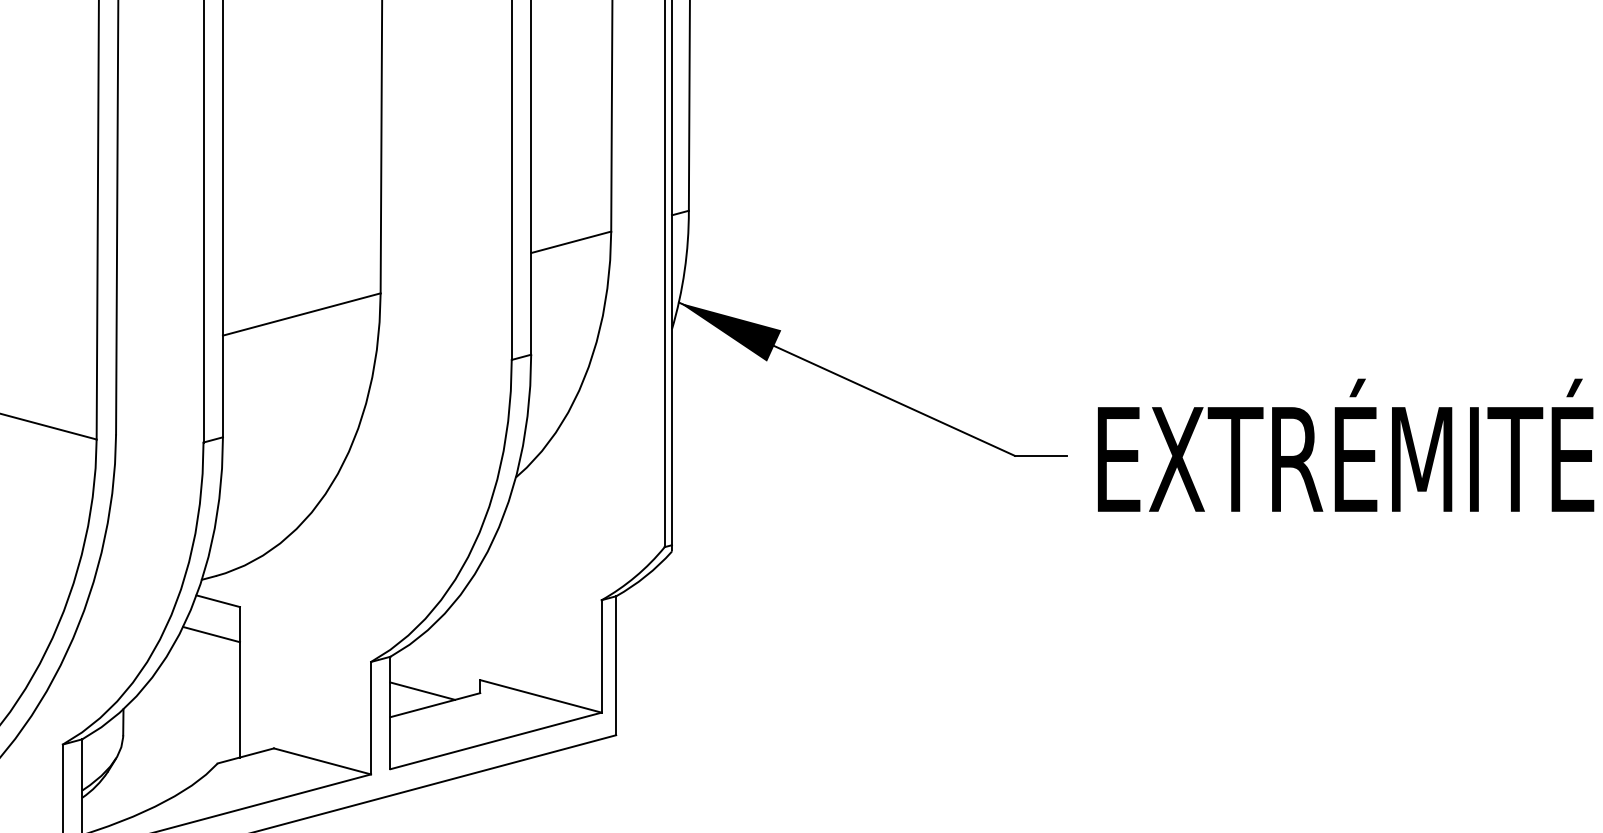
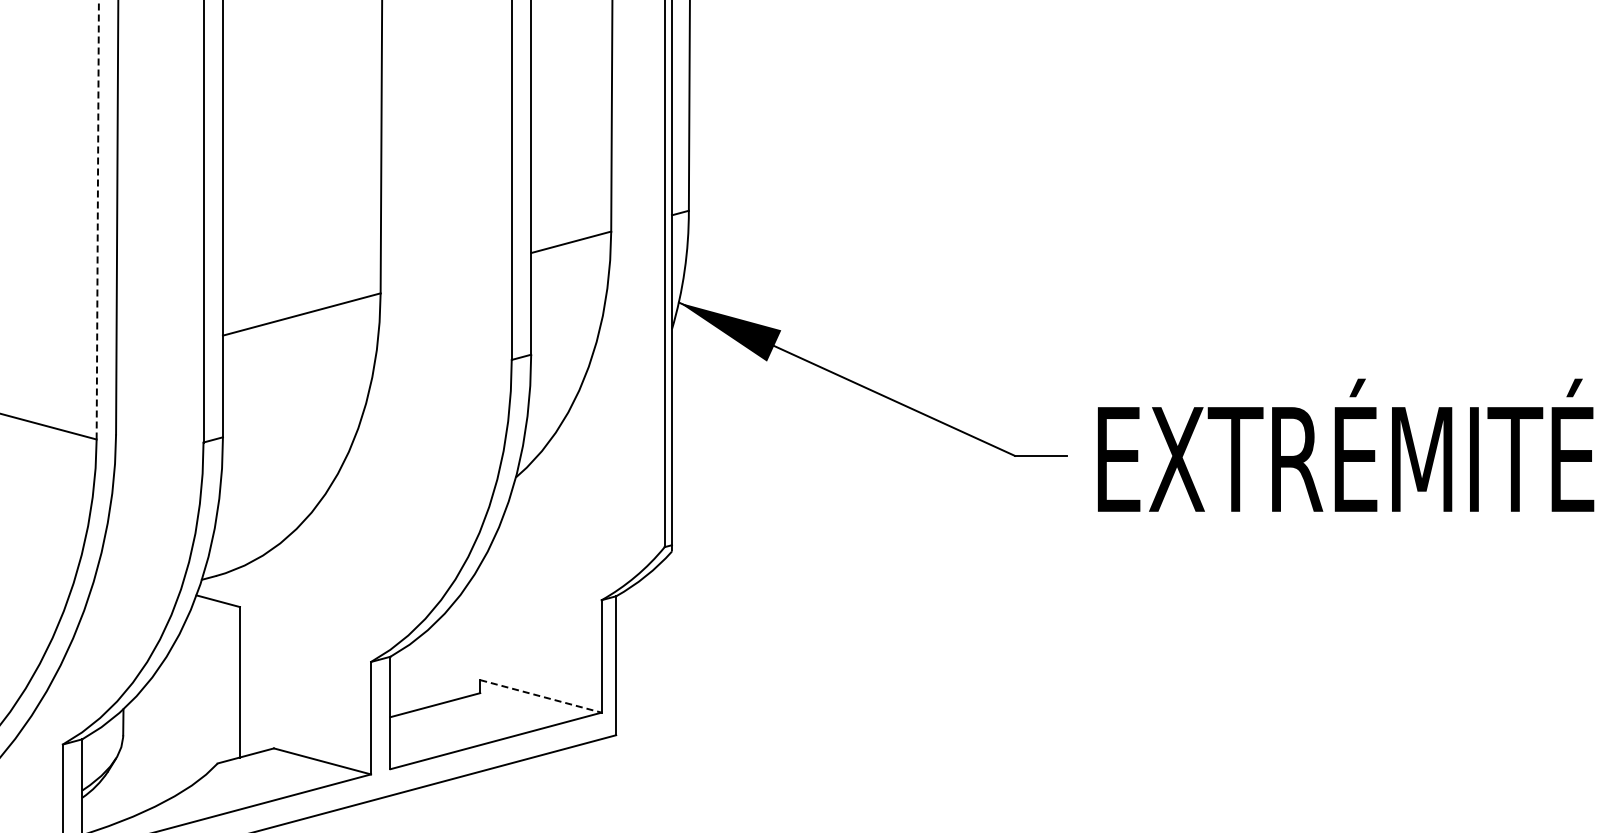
line at (97, 219): solid -> dashed
line at (211, 634): present -> none
line at (422, 690): present -> none
line at (540, 696): solid -> dashed
